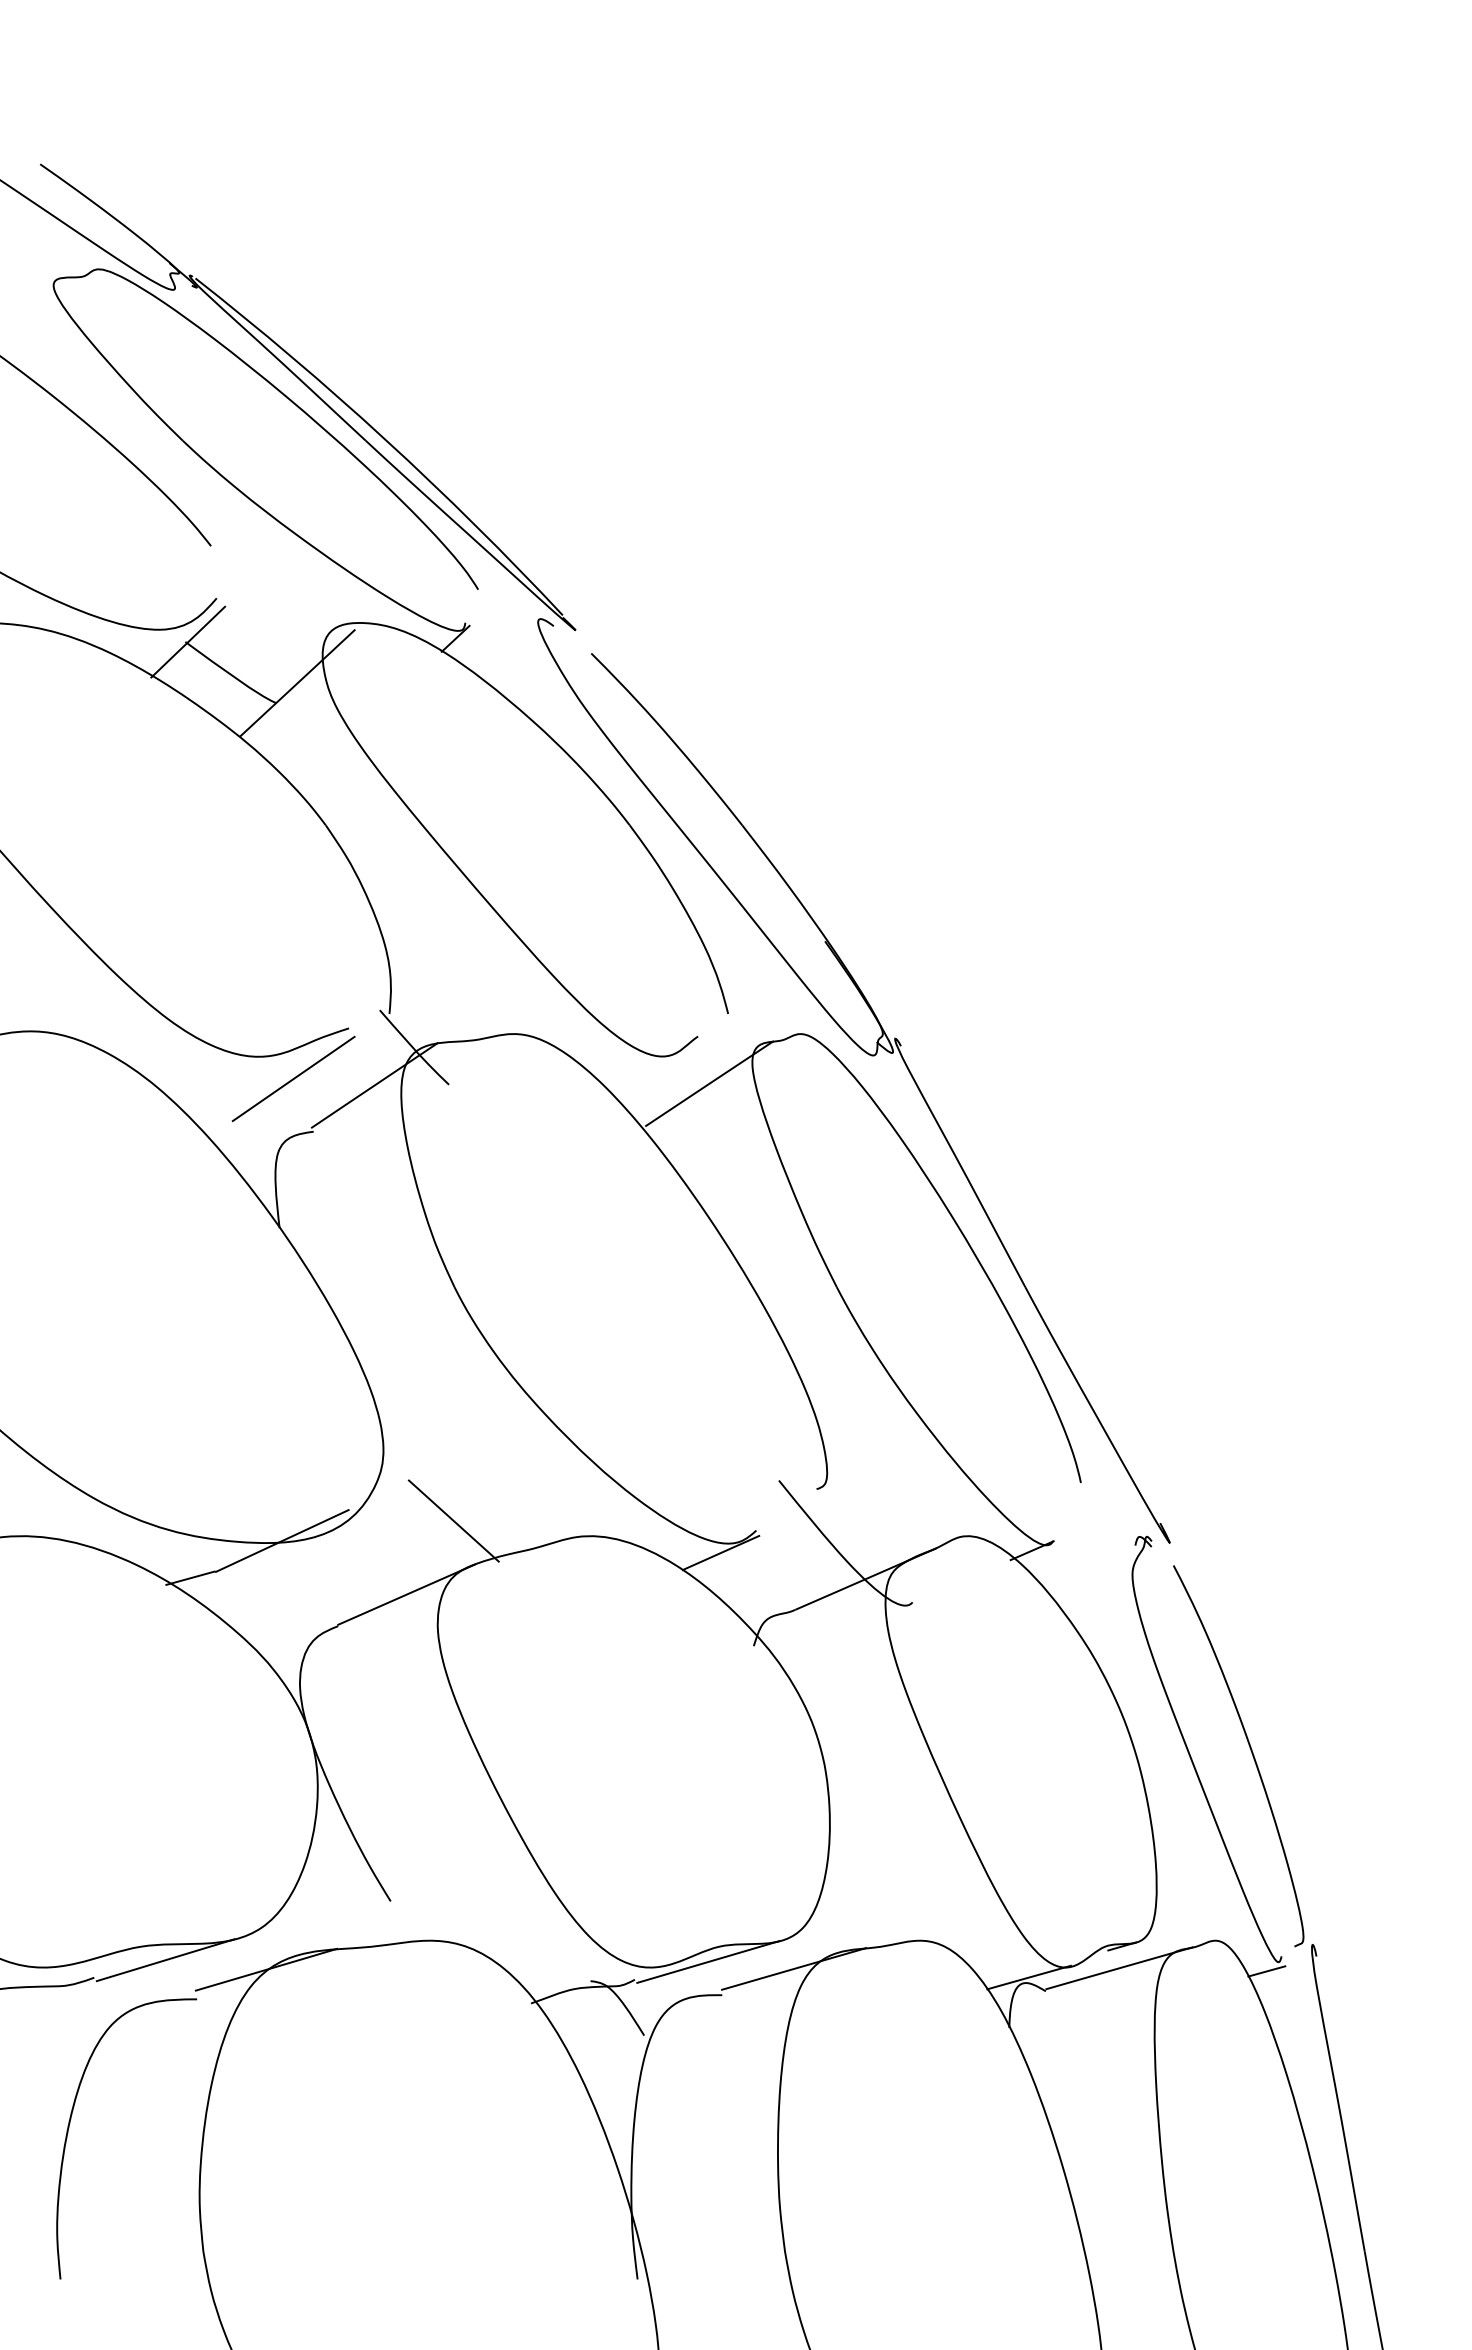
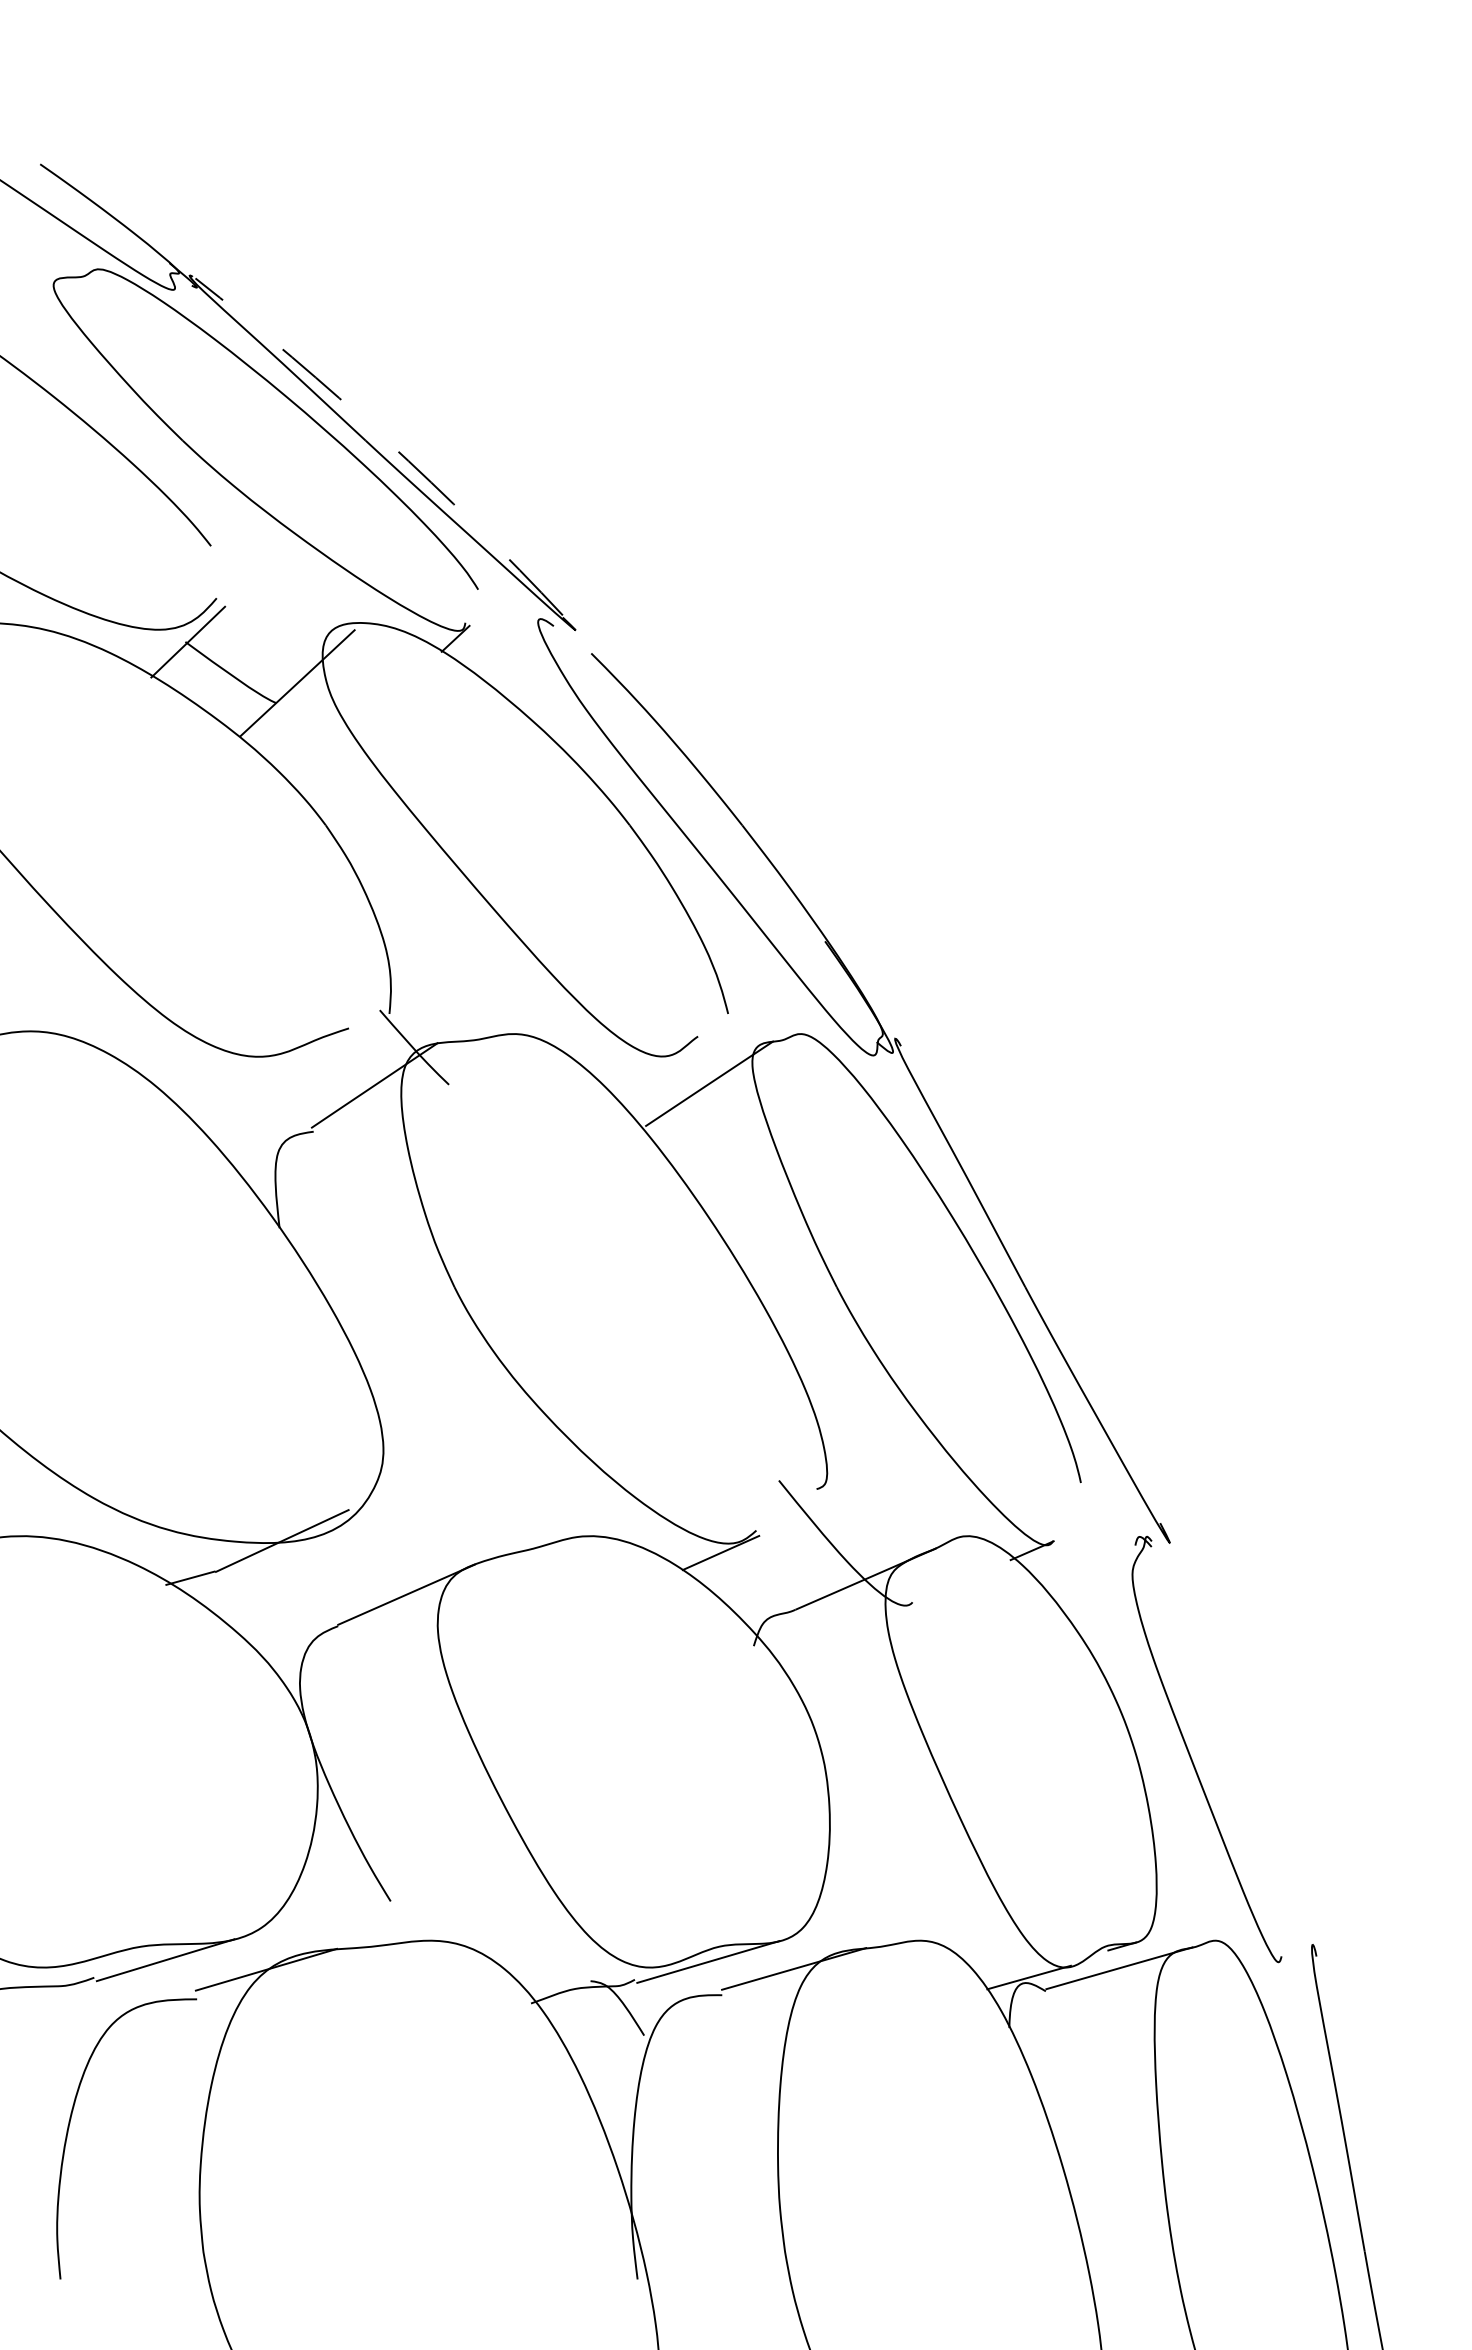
arc at (385, 439): solid -> dashed
line at (293, 1078): present -> none
line at (453, 1520): present -> none
part at (1251, 1753): present -> none
line at (1266, 1971): present -> none
